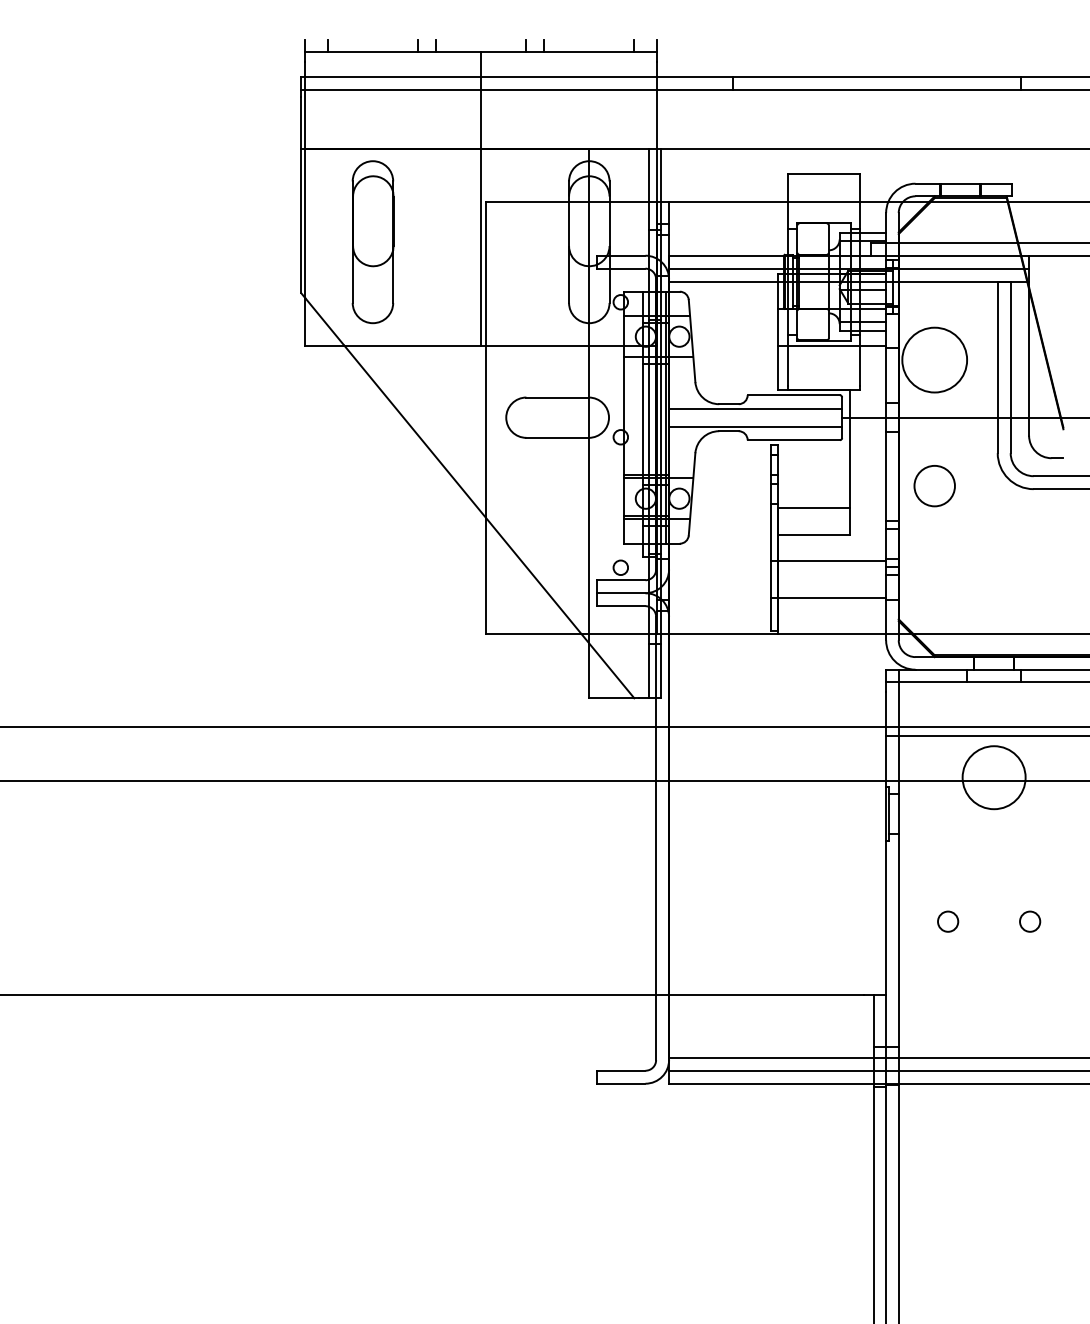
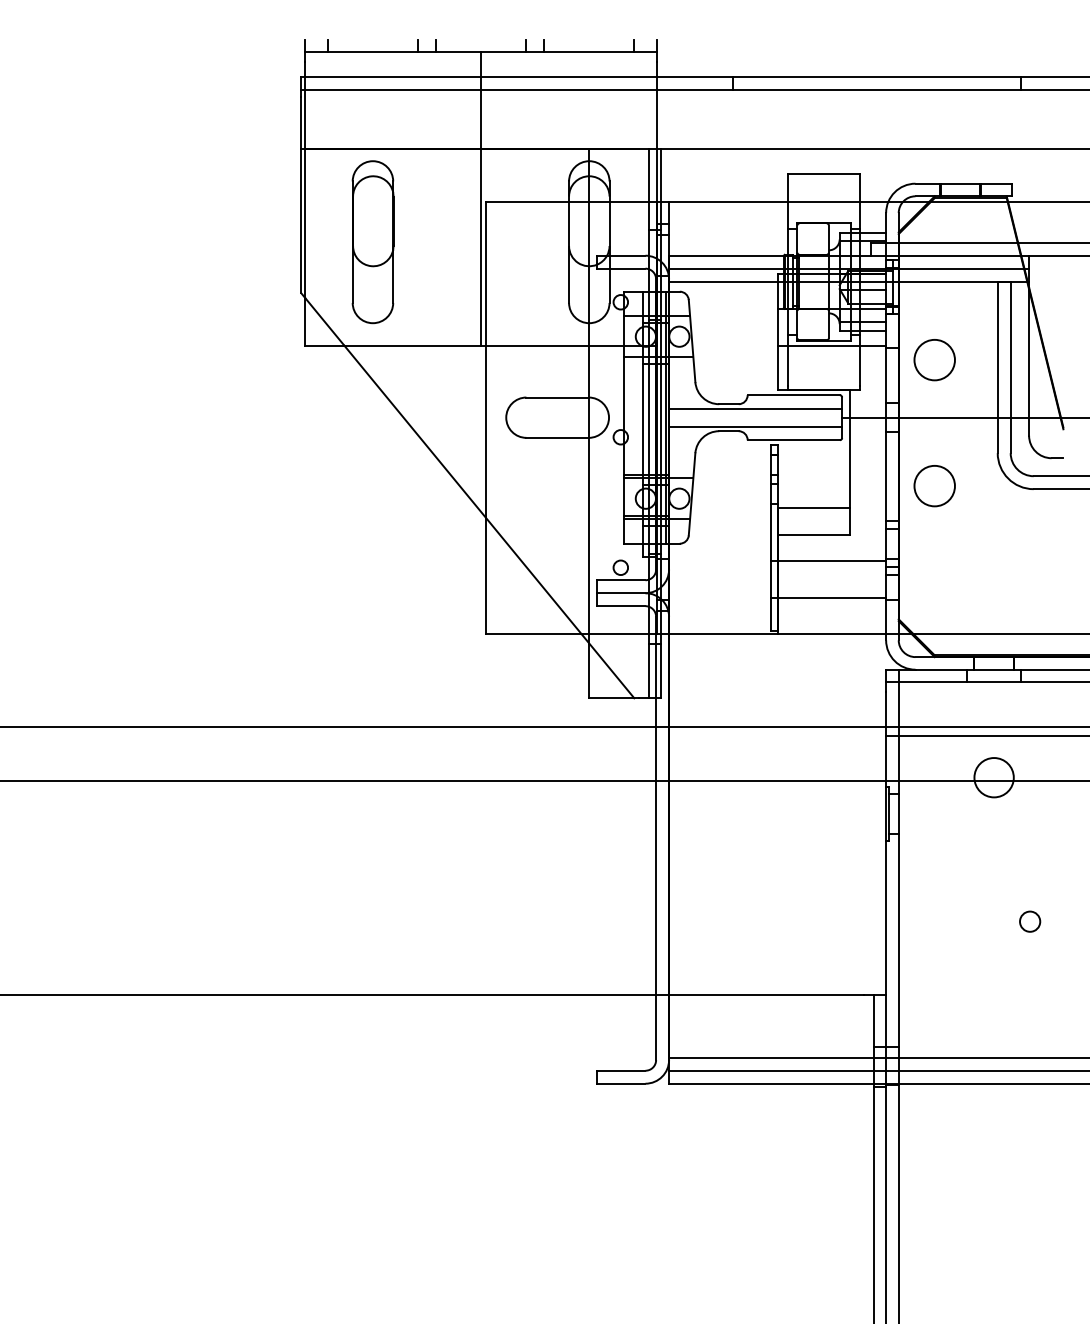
circle at (934, 359) diameter: 65 px -> 40 px
circle at (993, 777) diameter: 63 px -> 39 px
circle at (948, 921): present -> none
